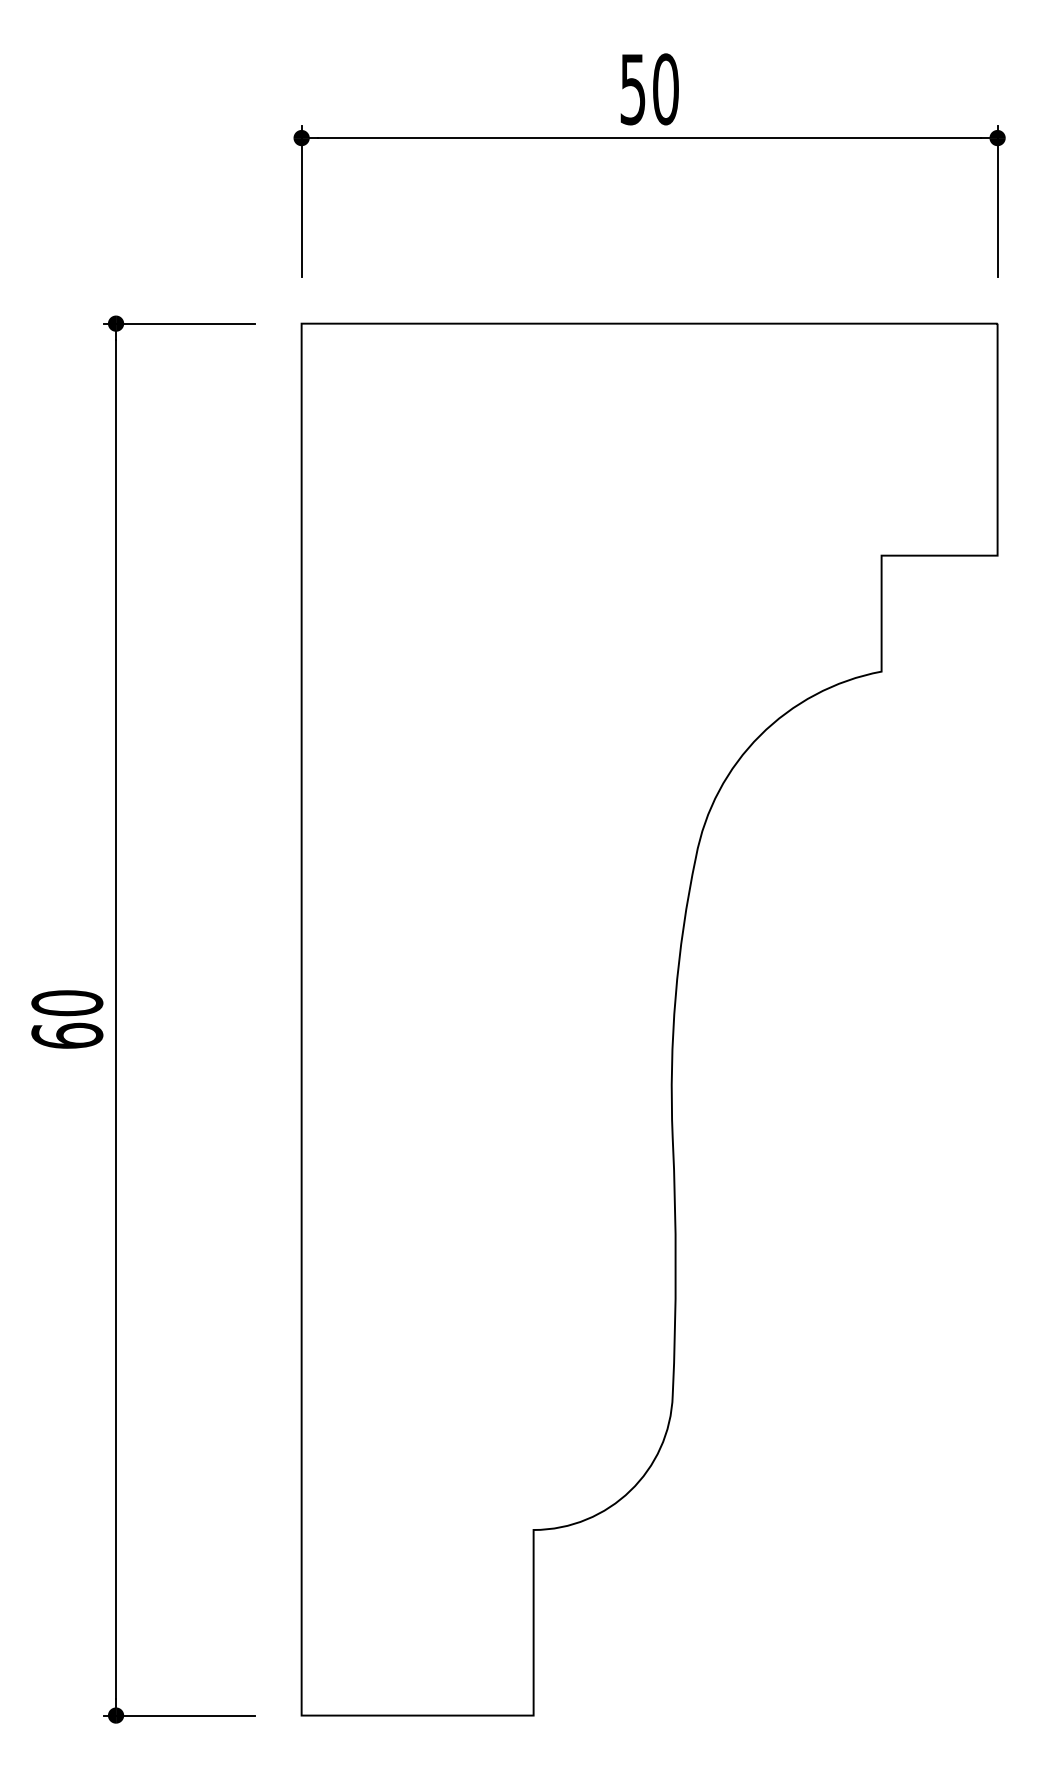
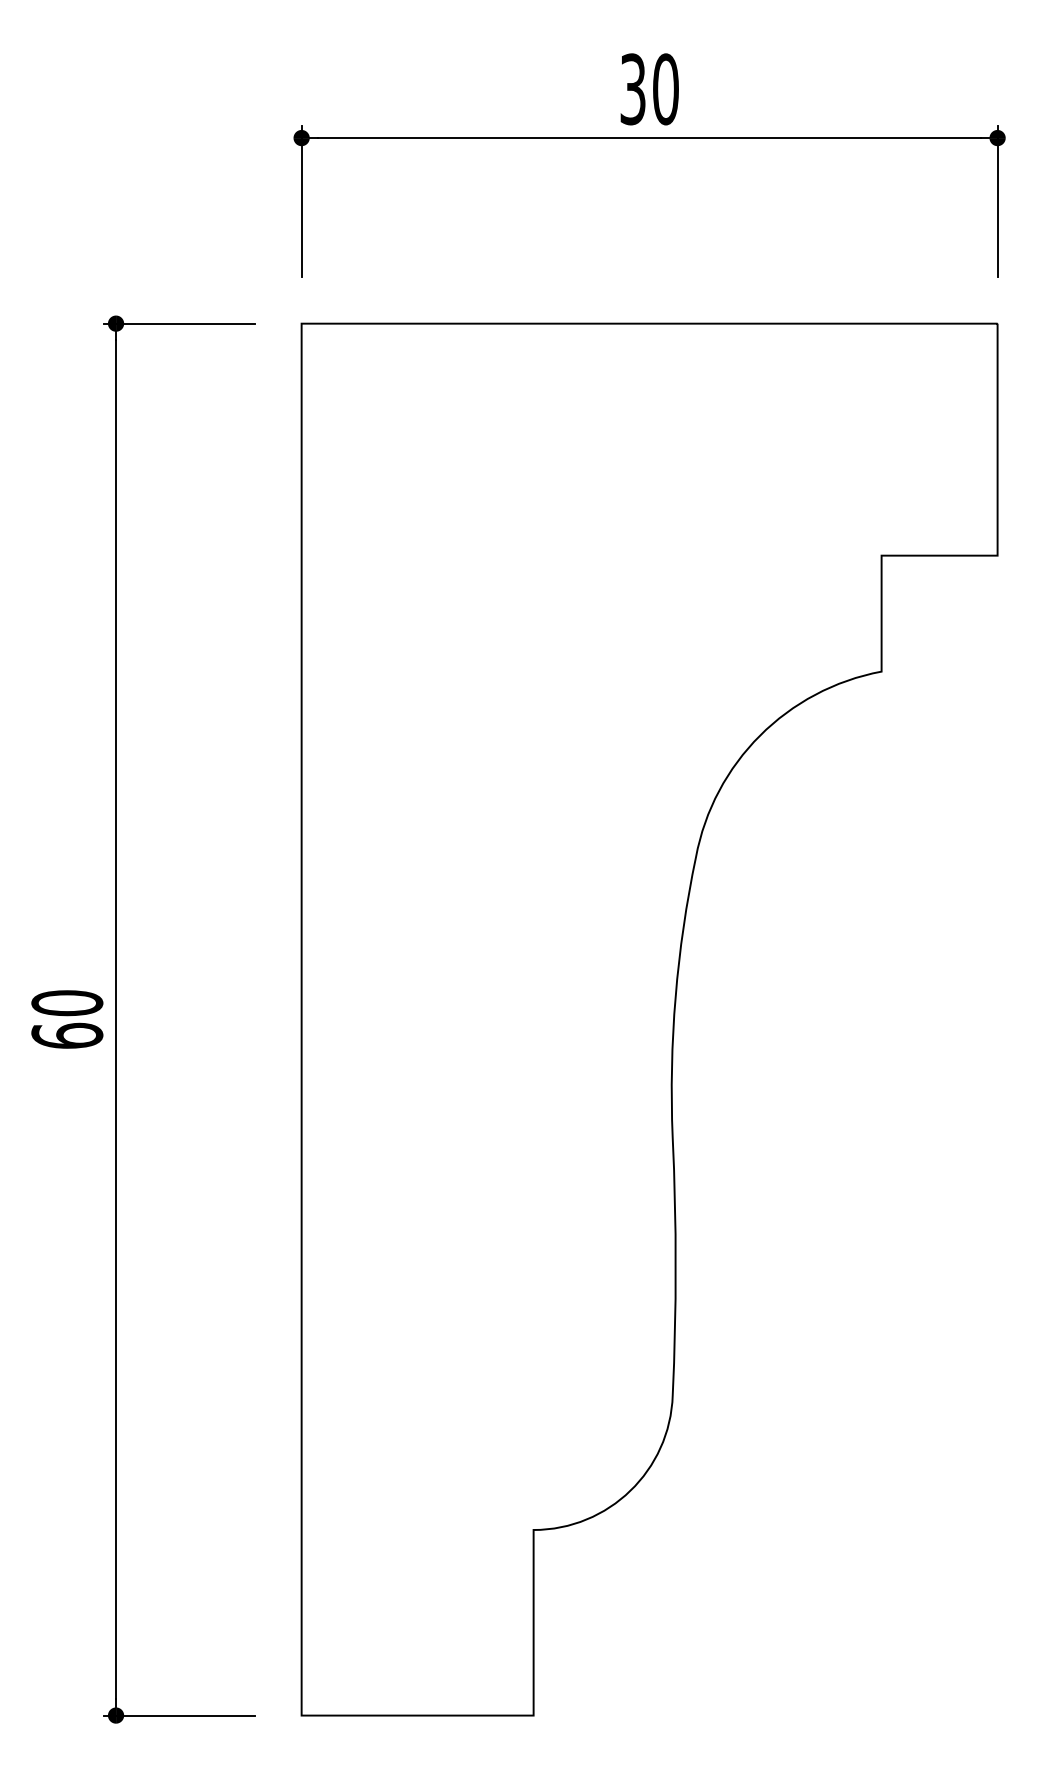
text at (633, 88): 50 -> 30
